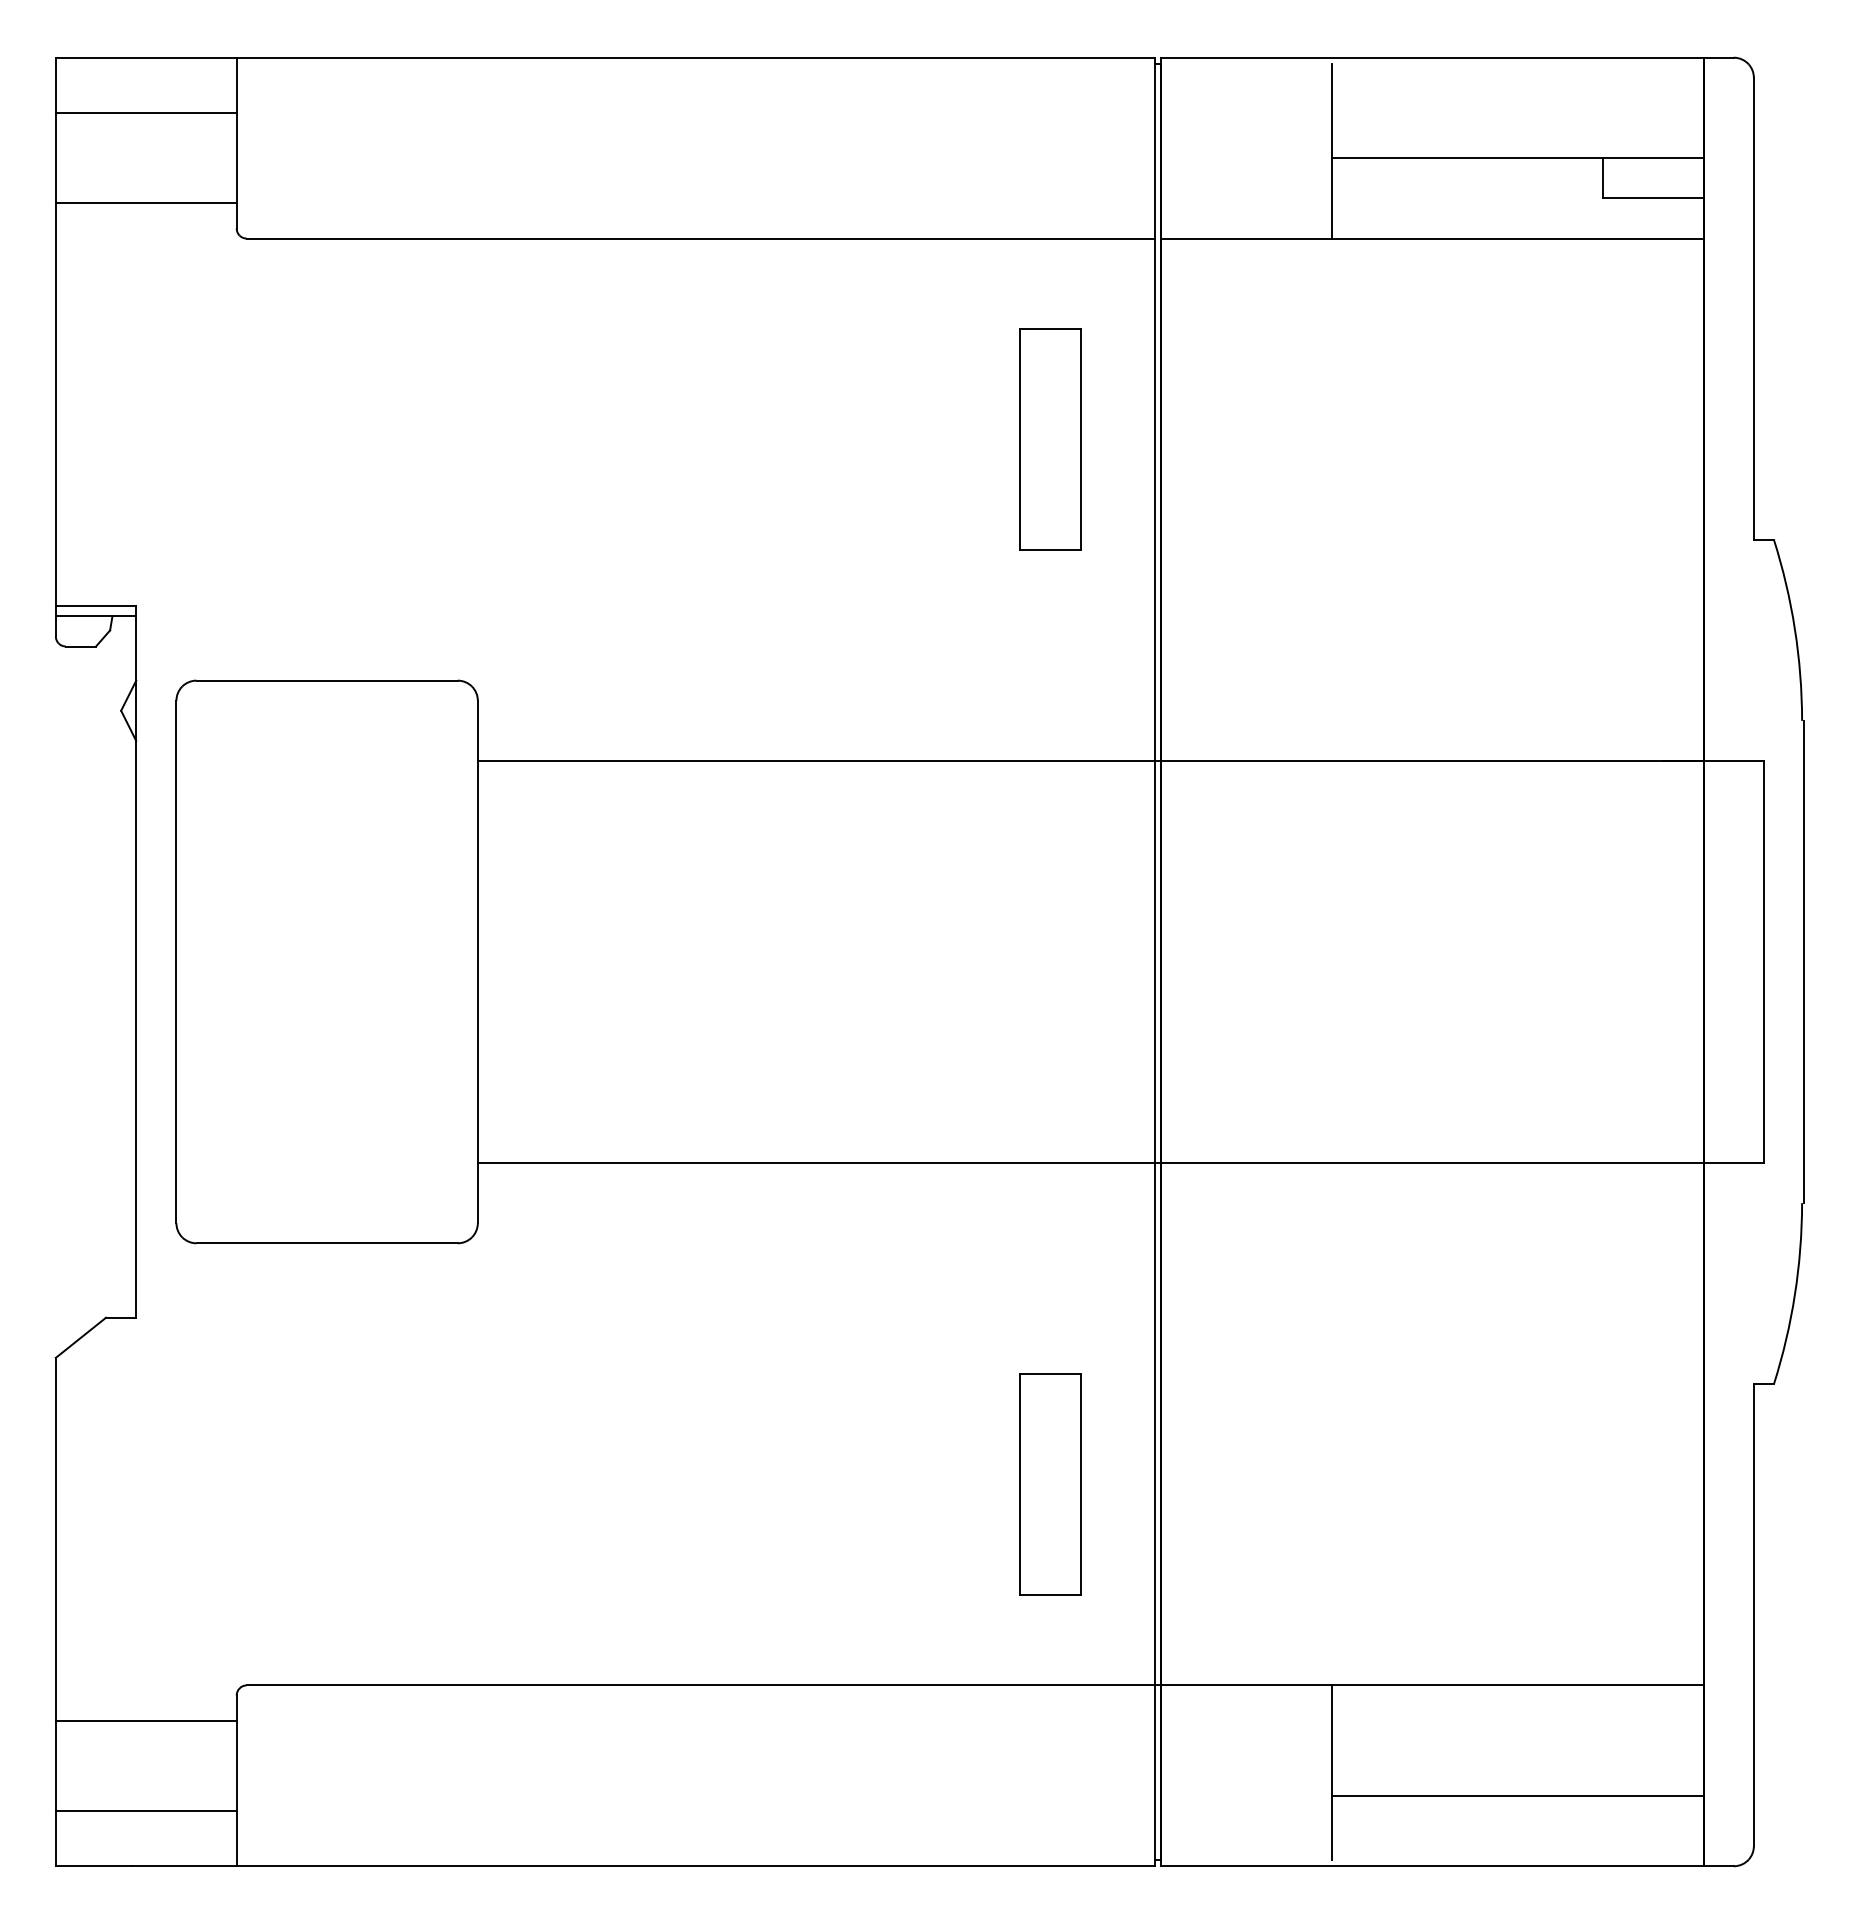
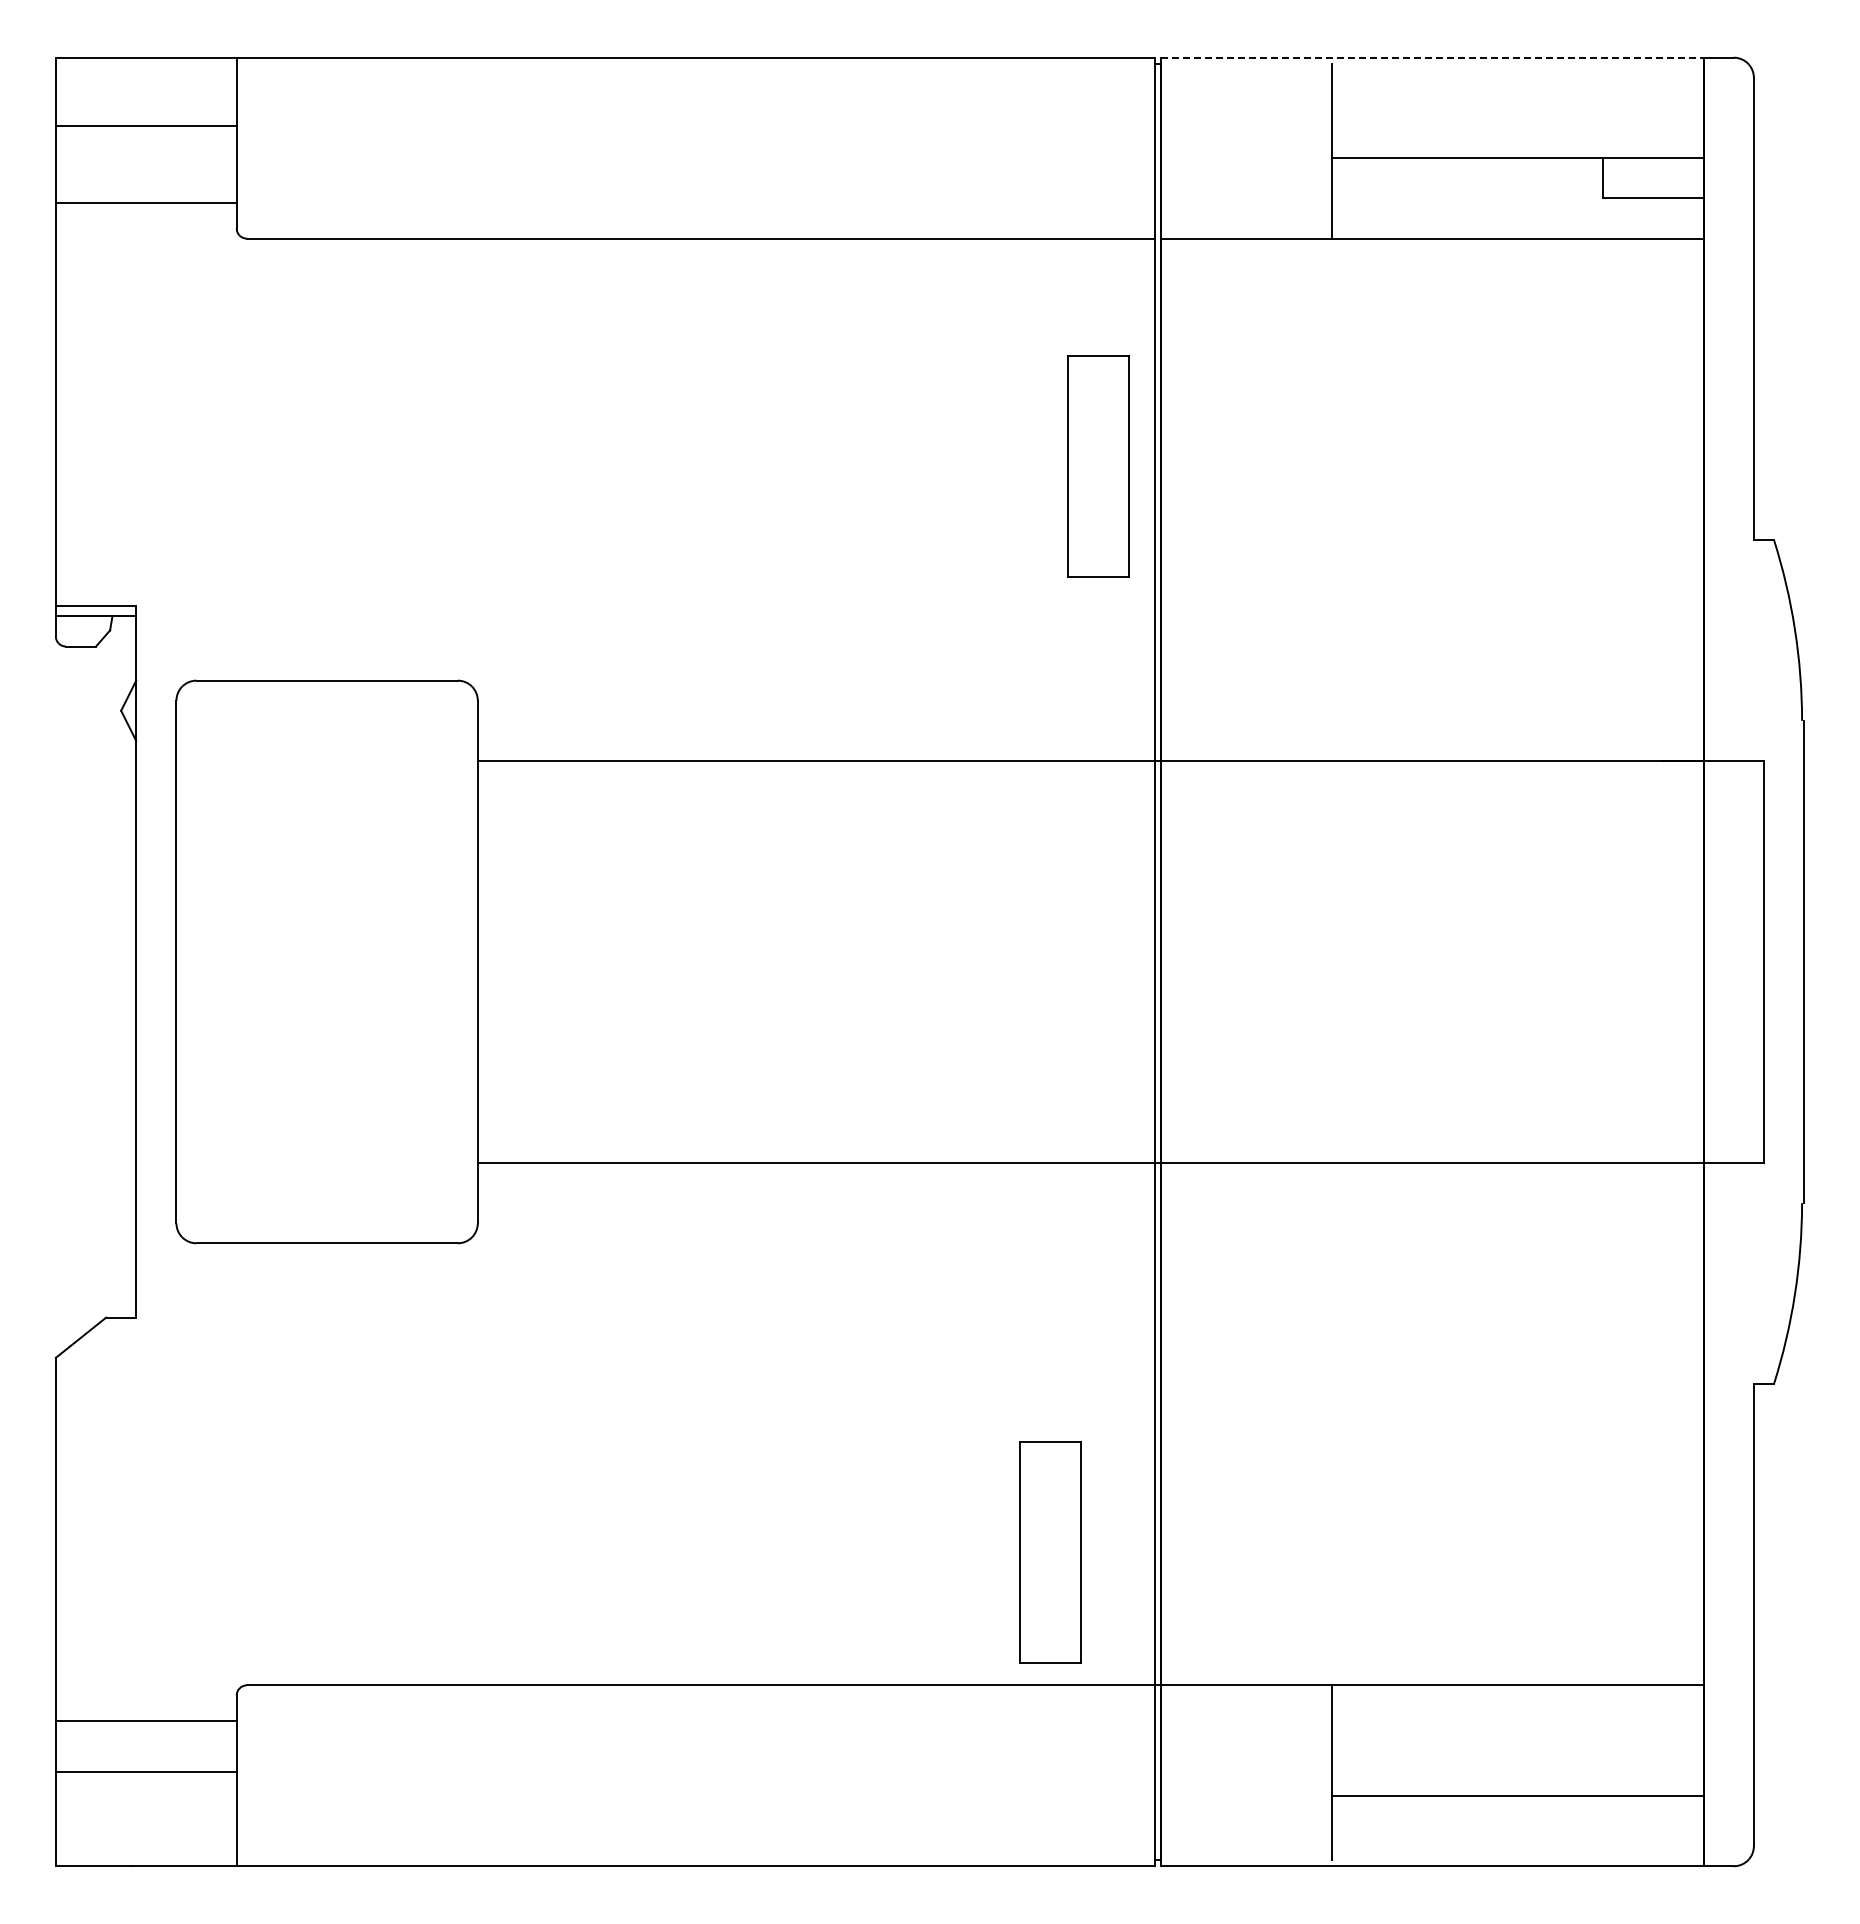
line at (1432, 57): solid -> dashed
line at (145, 112) position: (145, 112) -> (145, 125)
part at (1050, 439) position: (1050, 439) -> (1098, 466)
part at (1050, 1484) position: (1050, 1484) -> (1050, 1552)
line at (145, 1811) position: (145, 1811) -> (145, 1772)
